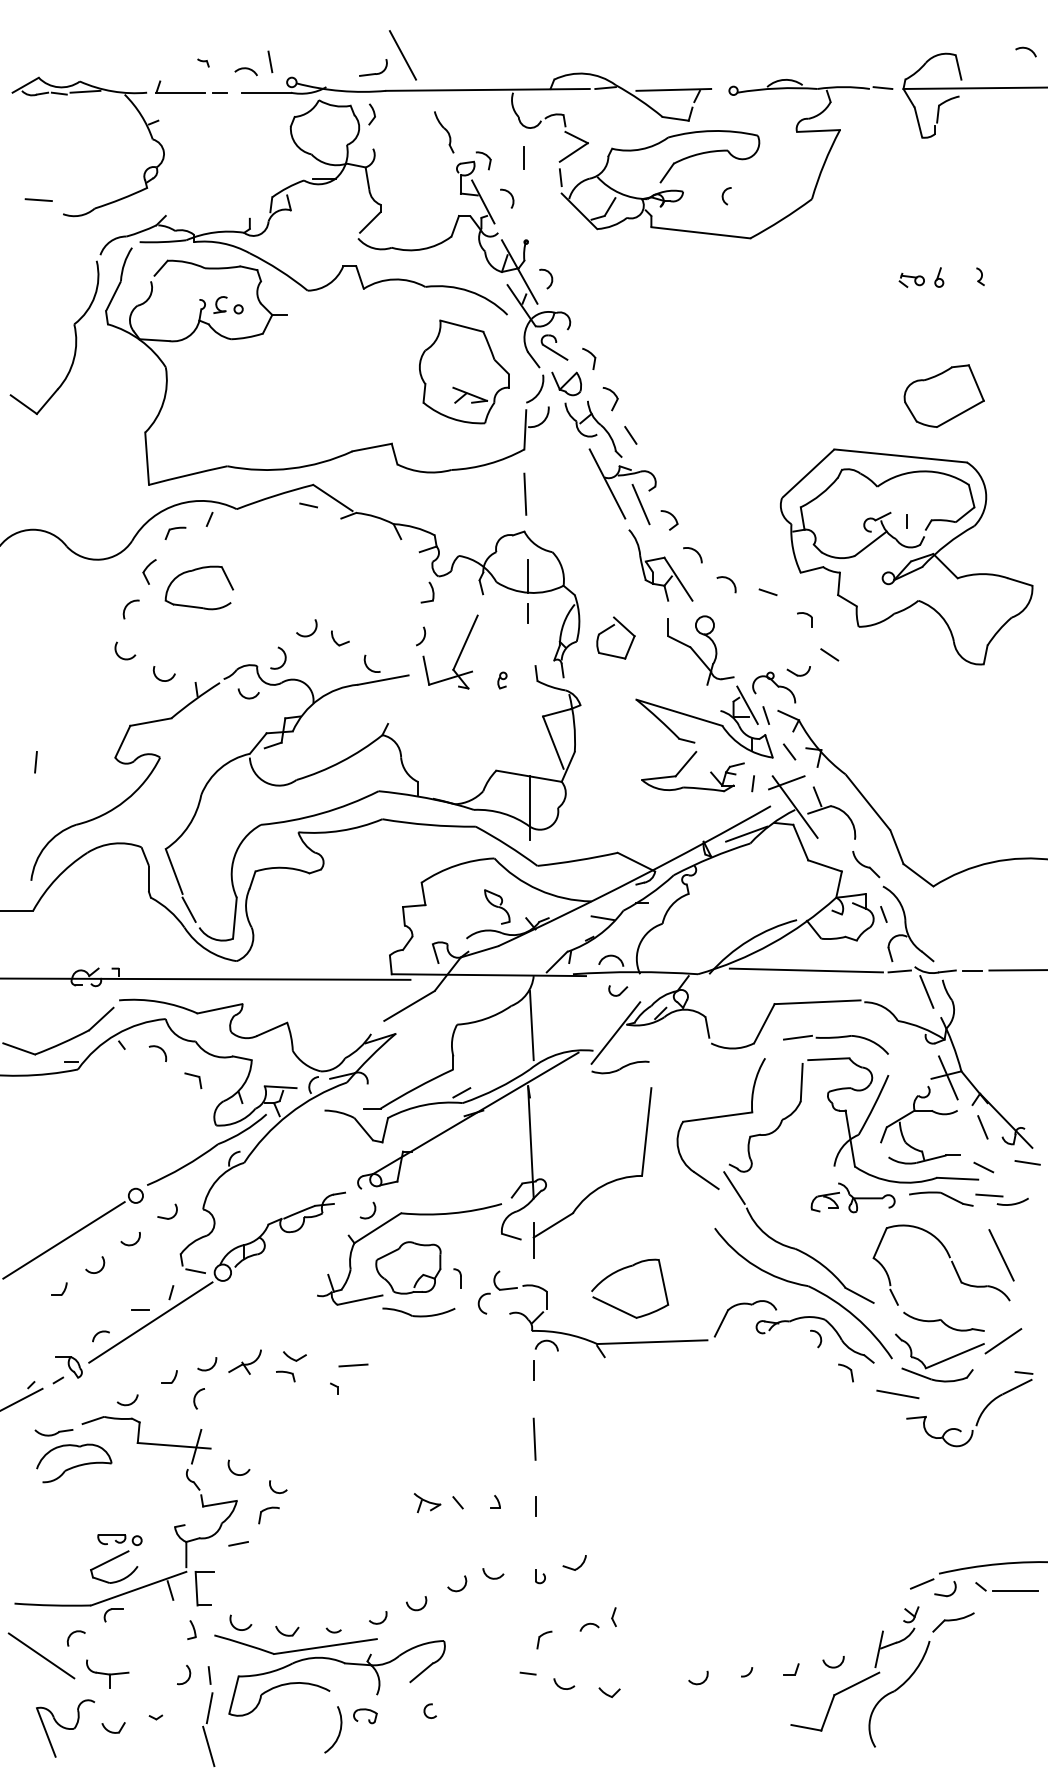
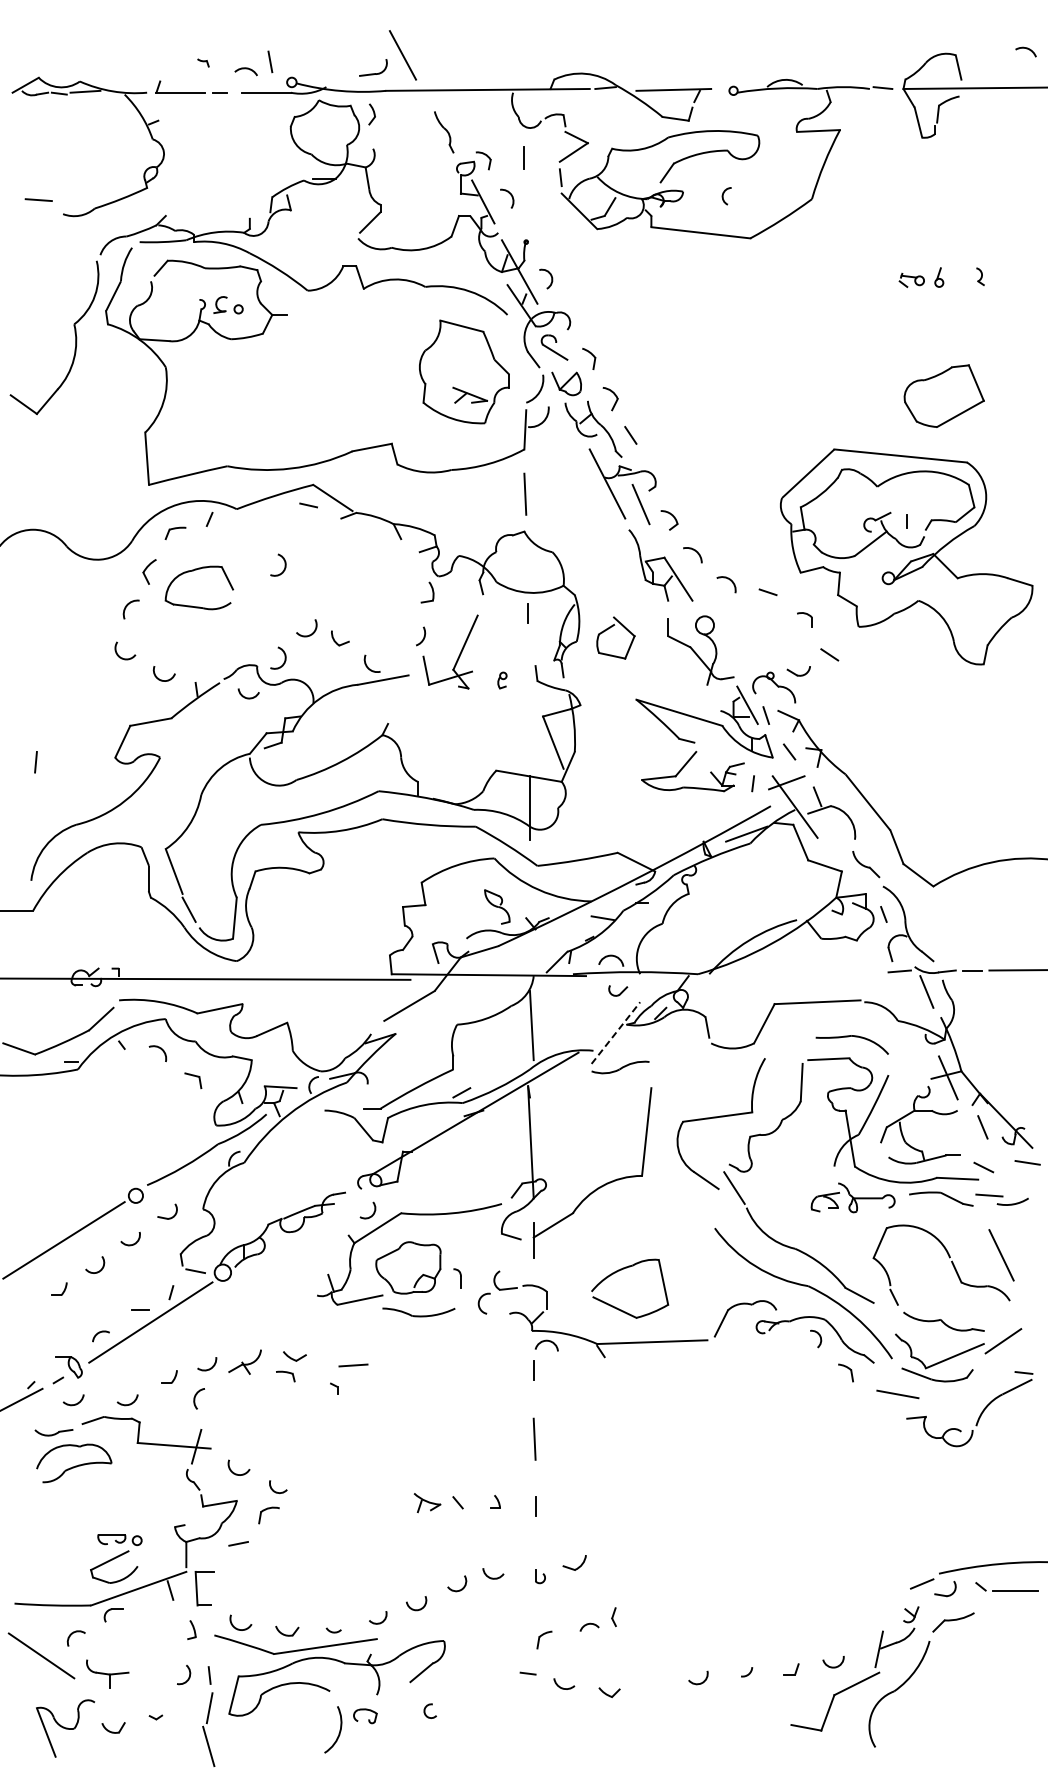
arc at (284, 564): none -> present
line at (528, 576): present -> none
line at (805, 970): present -> none
line at (616, 1032): solid -> dashed
line at (797, 1037): present -> none
arc at (75, 1403): none -> present
